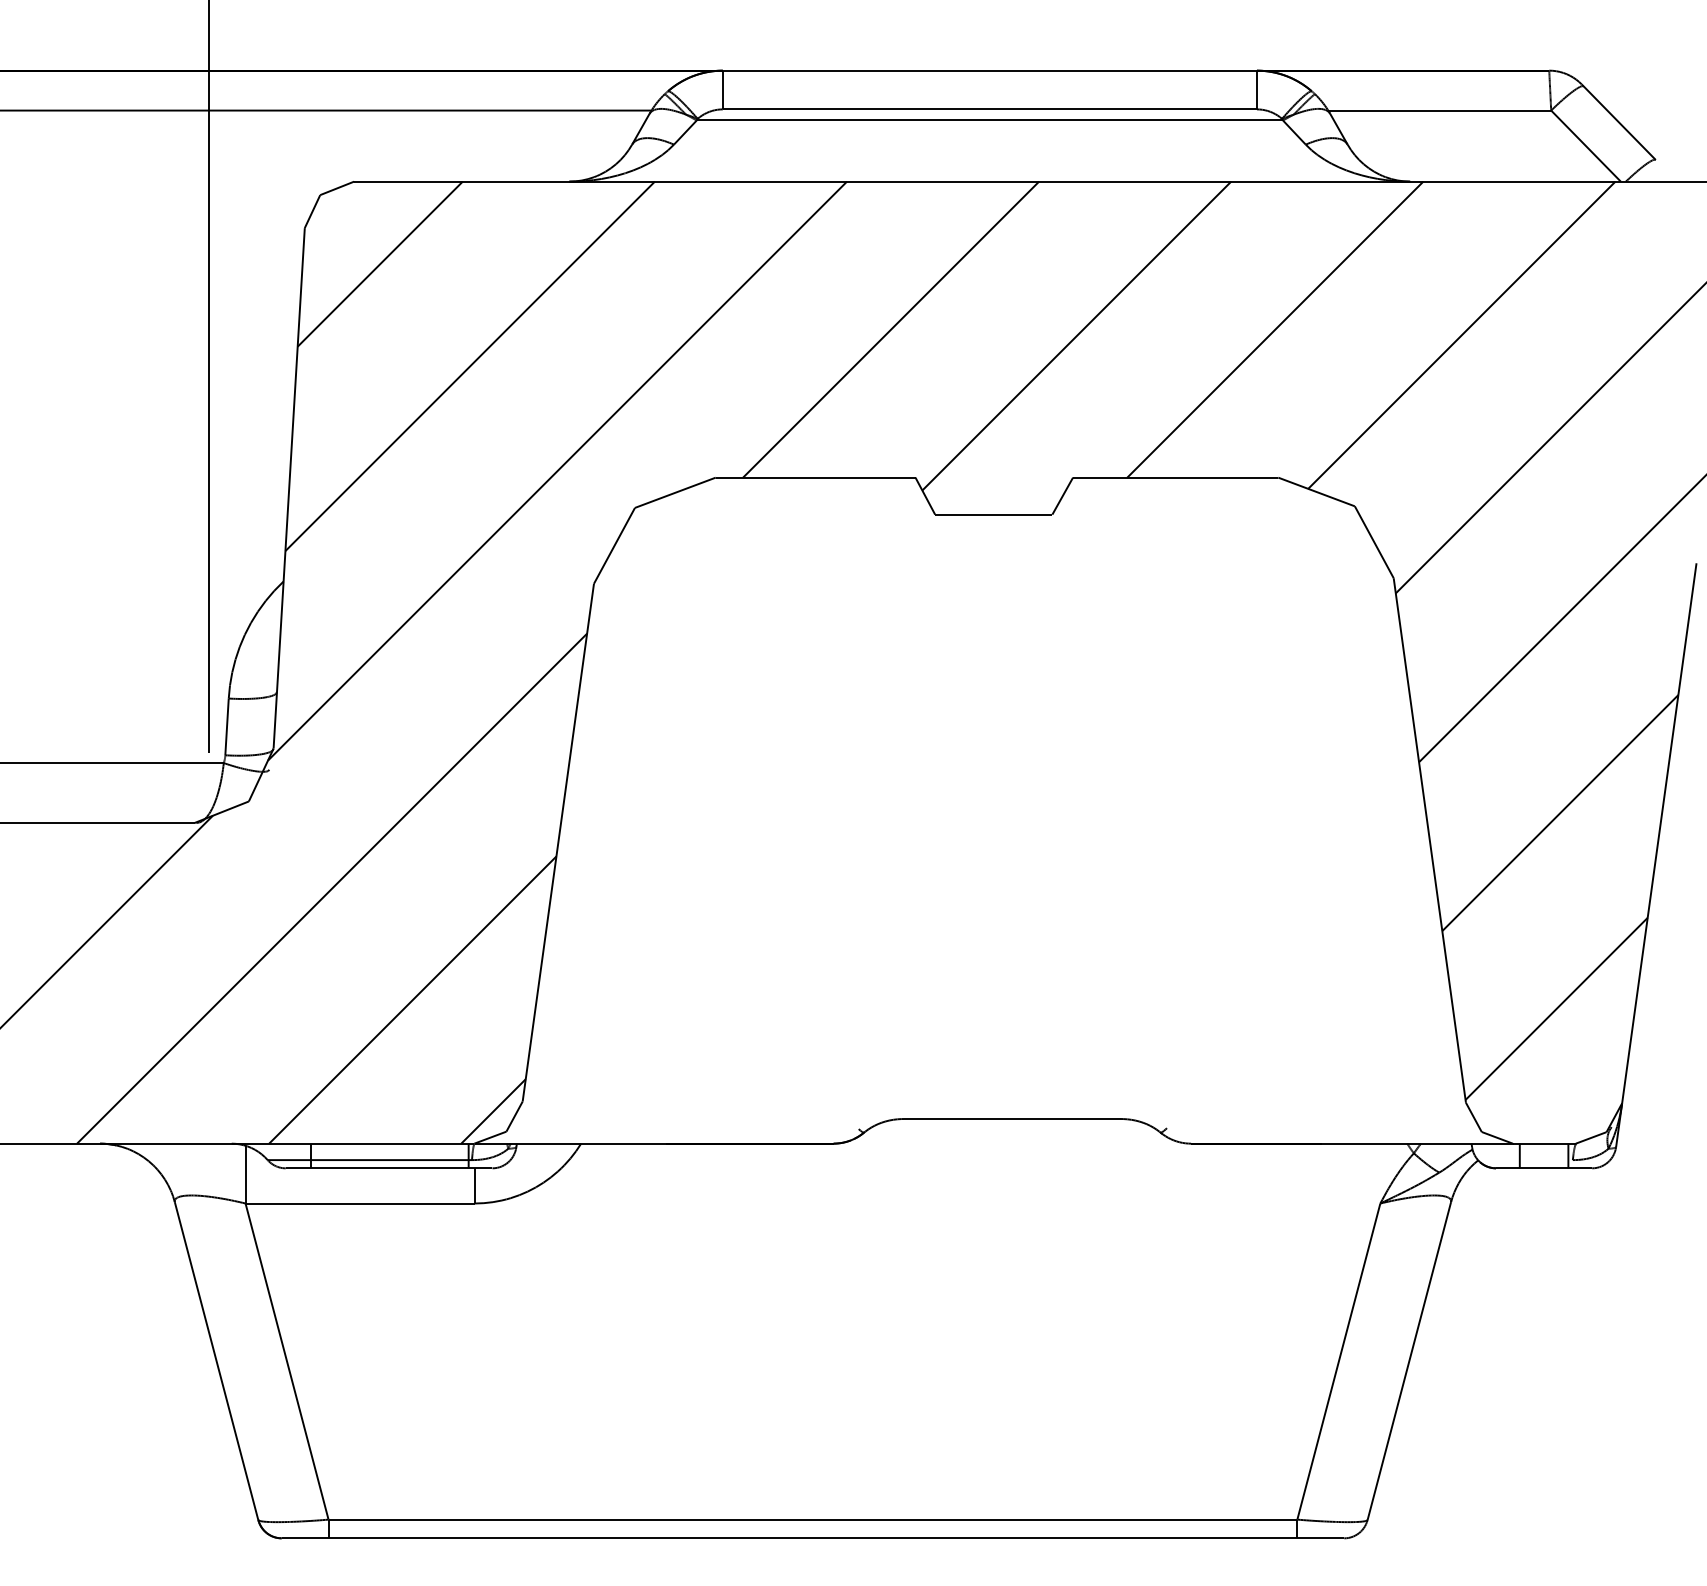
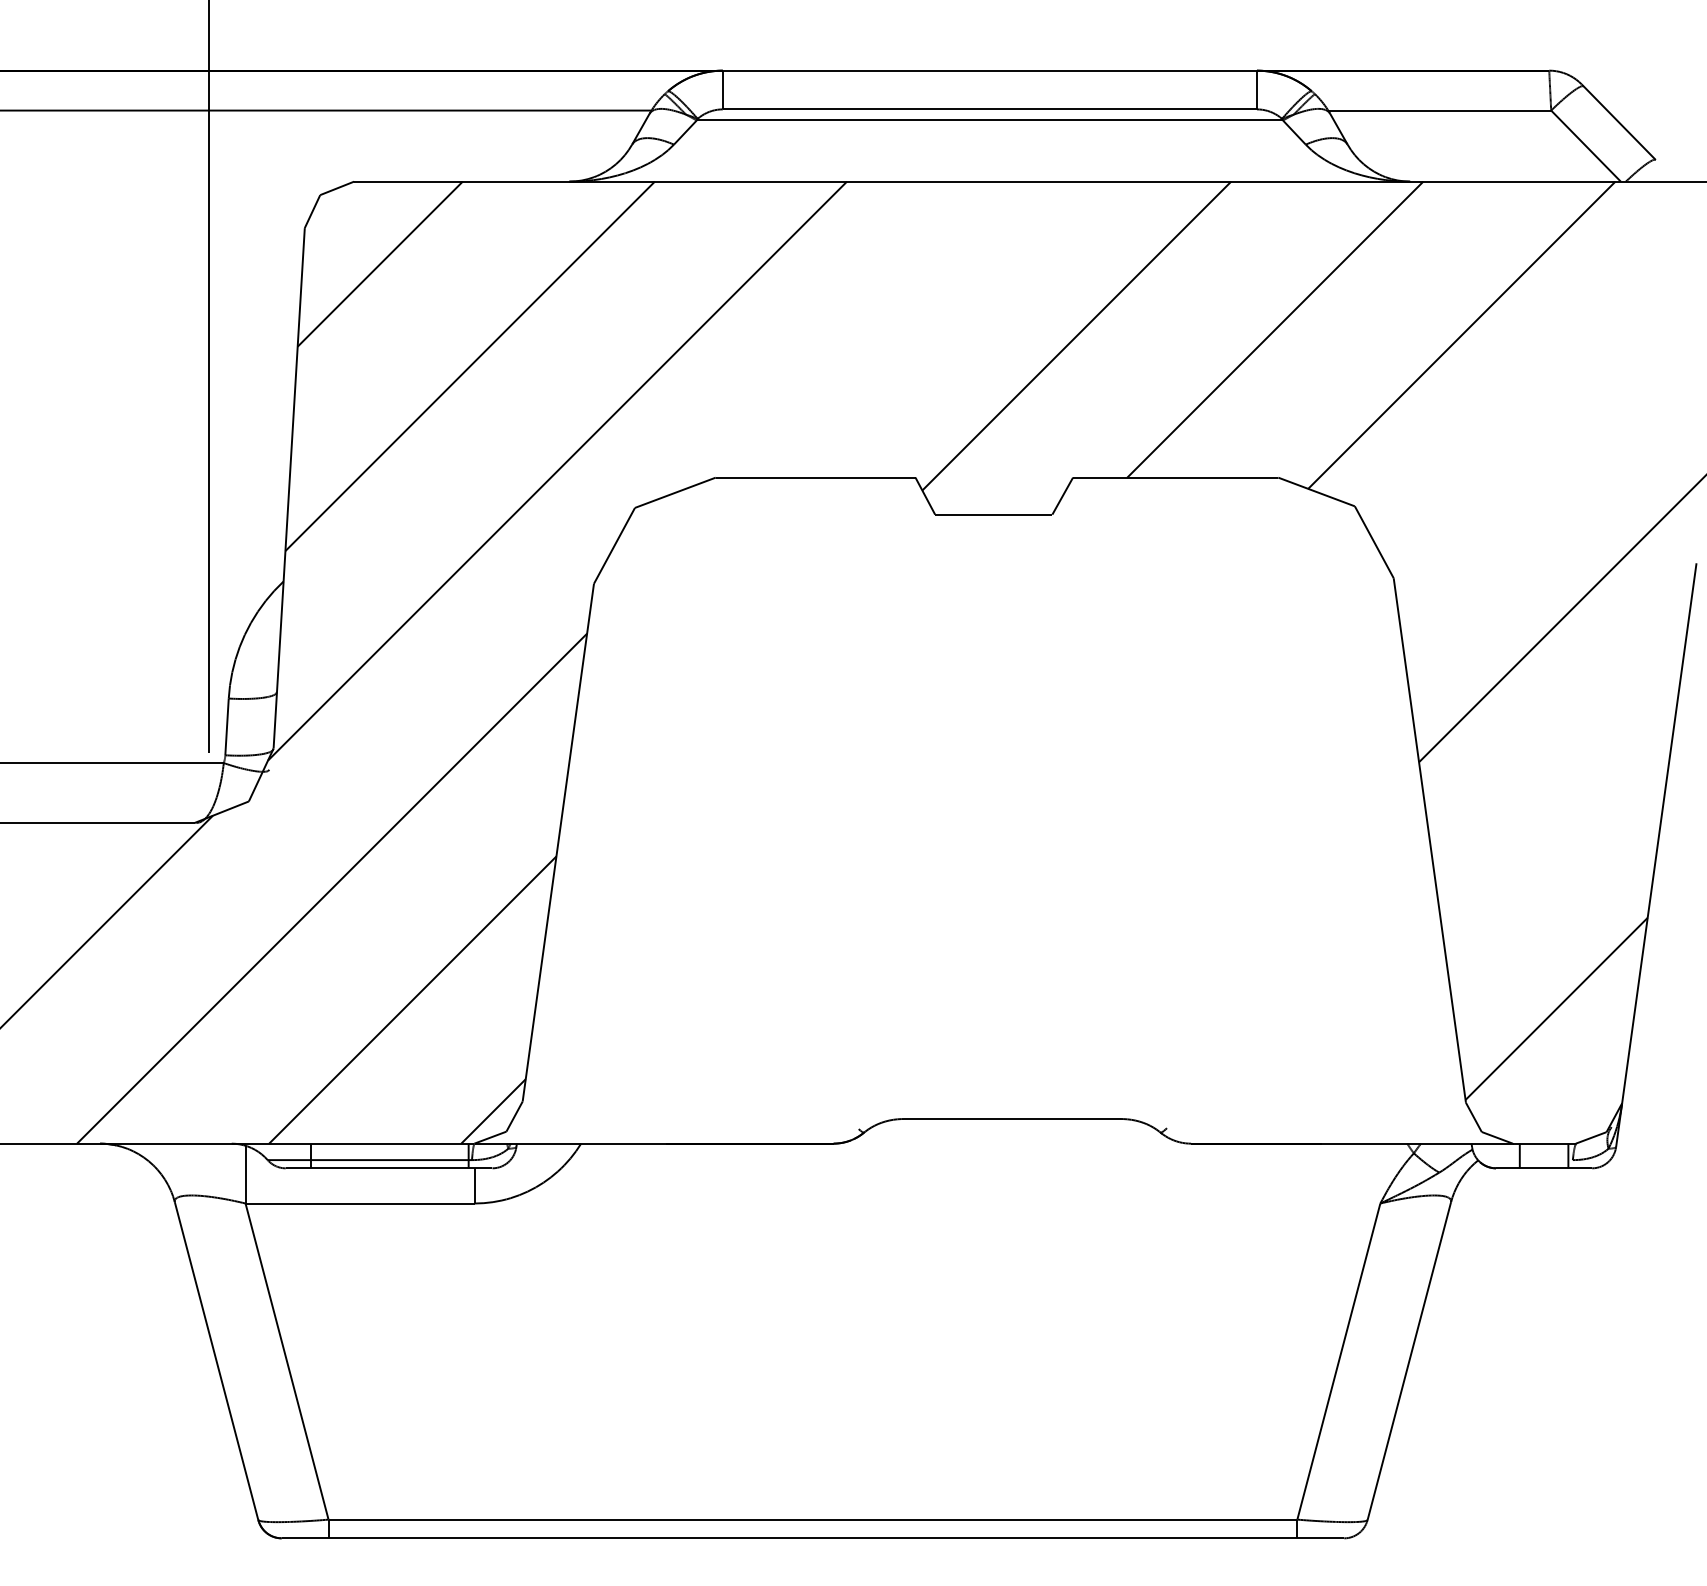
line at (891, 329): present -> none
line at (1549, 439): present -> none
line at (1560, 813): present -> none
